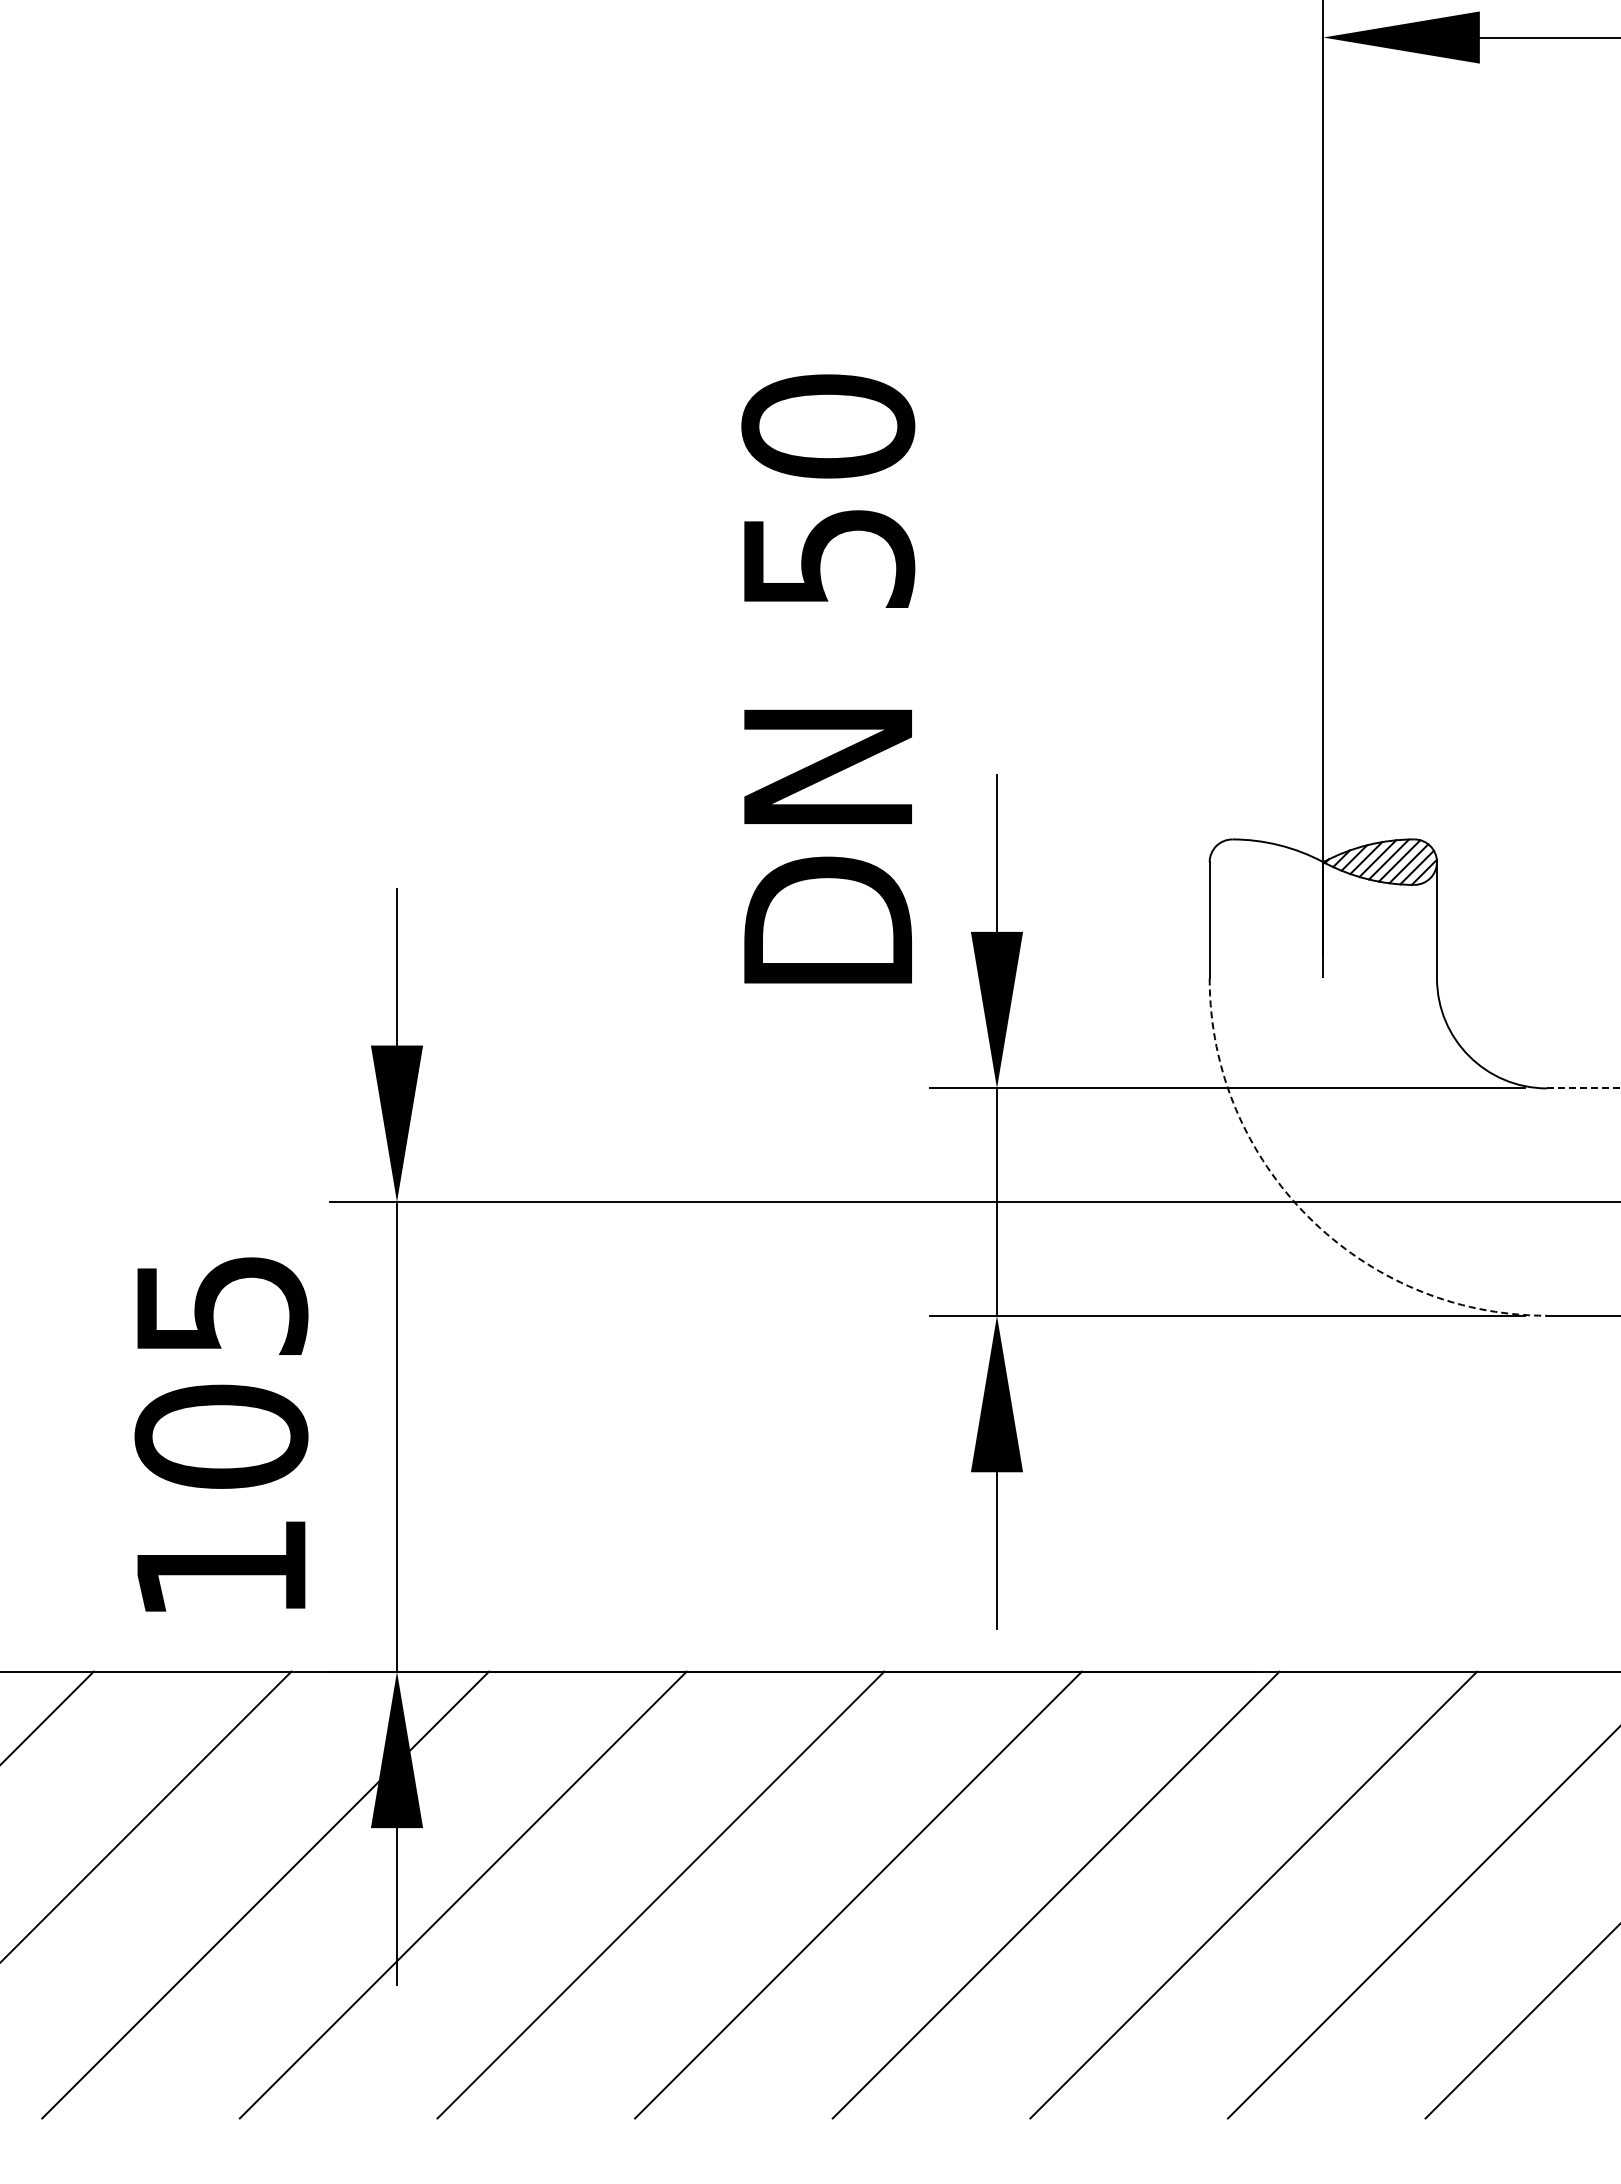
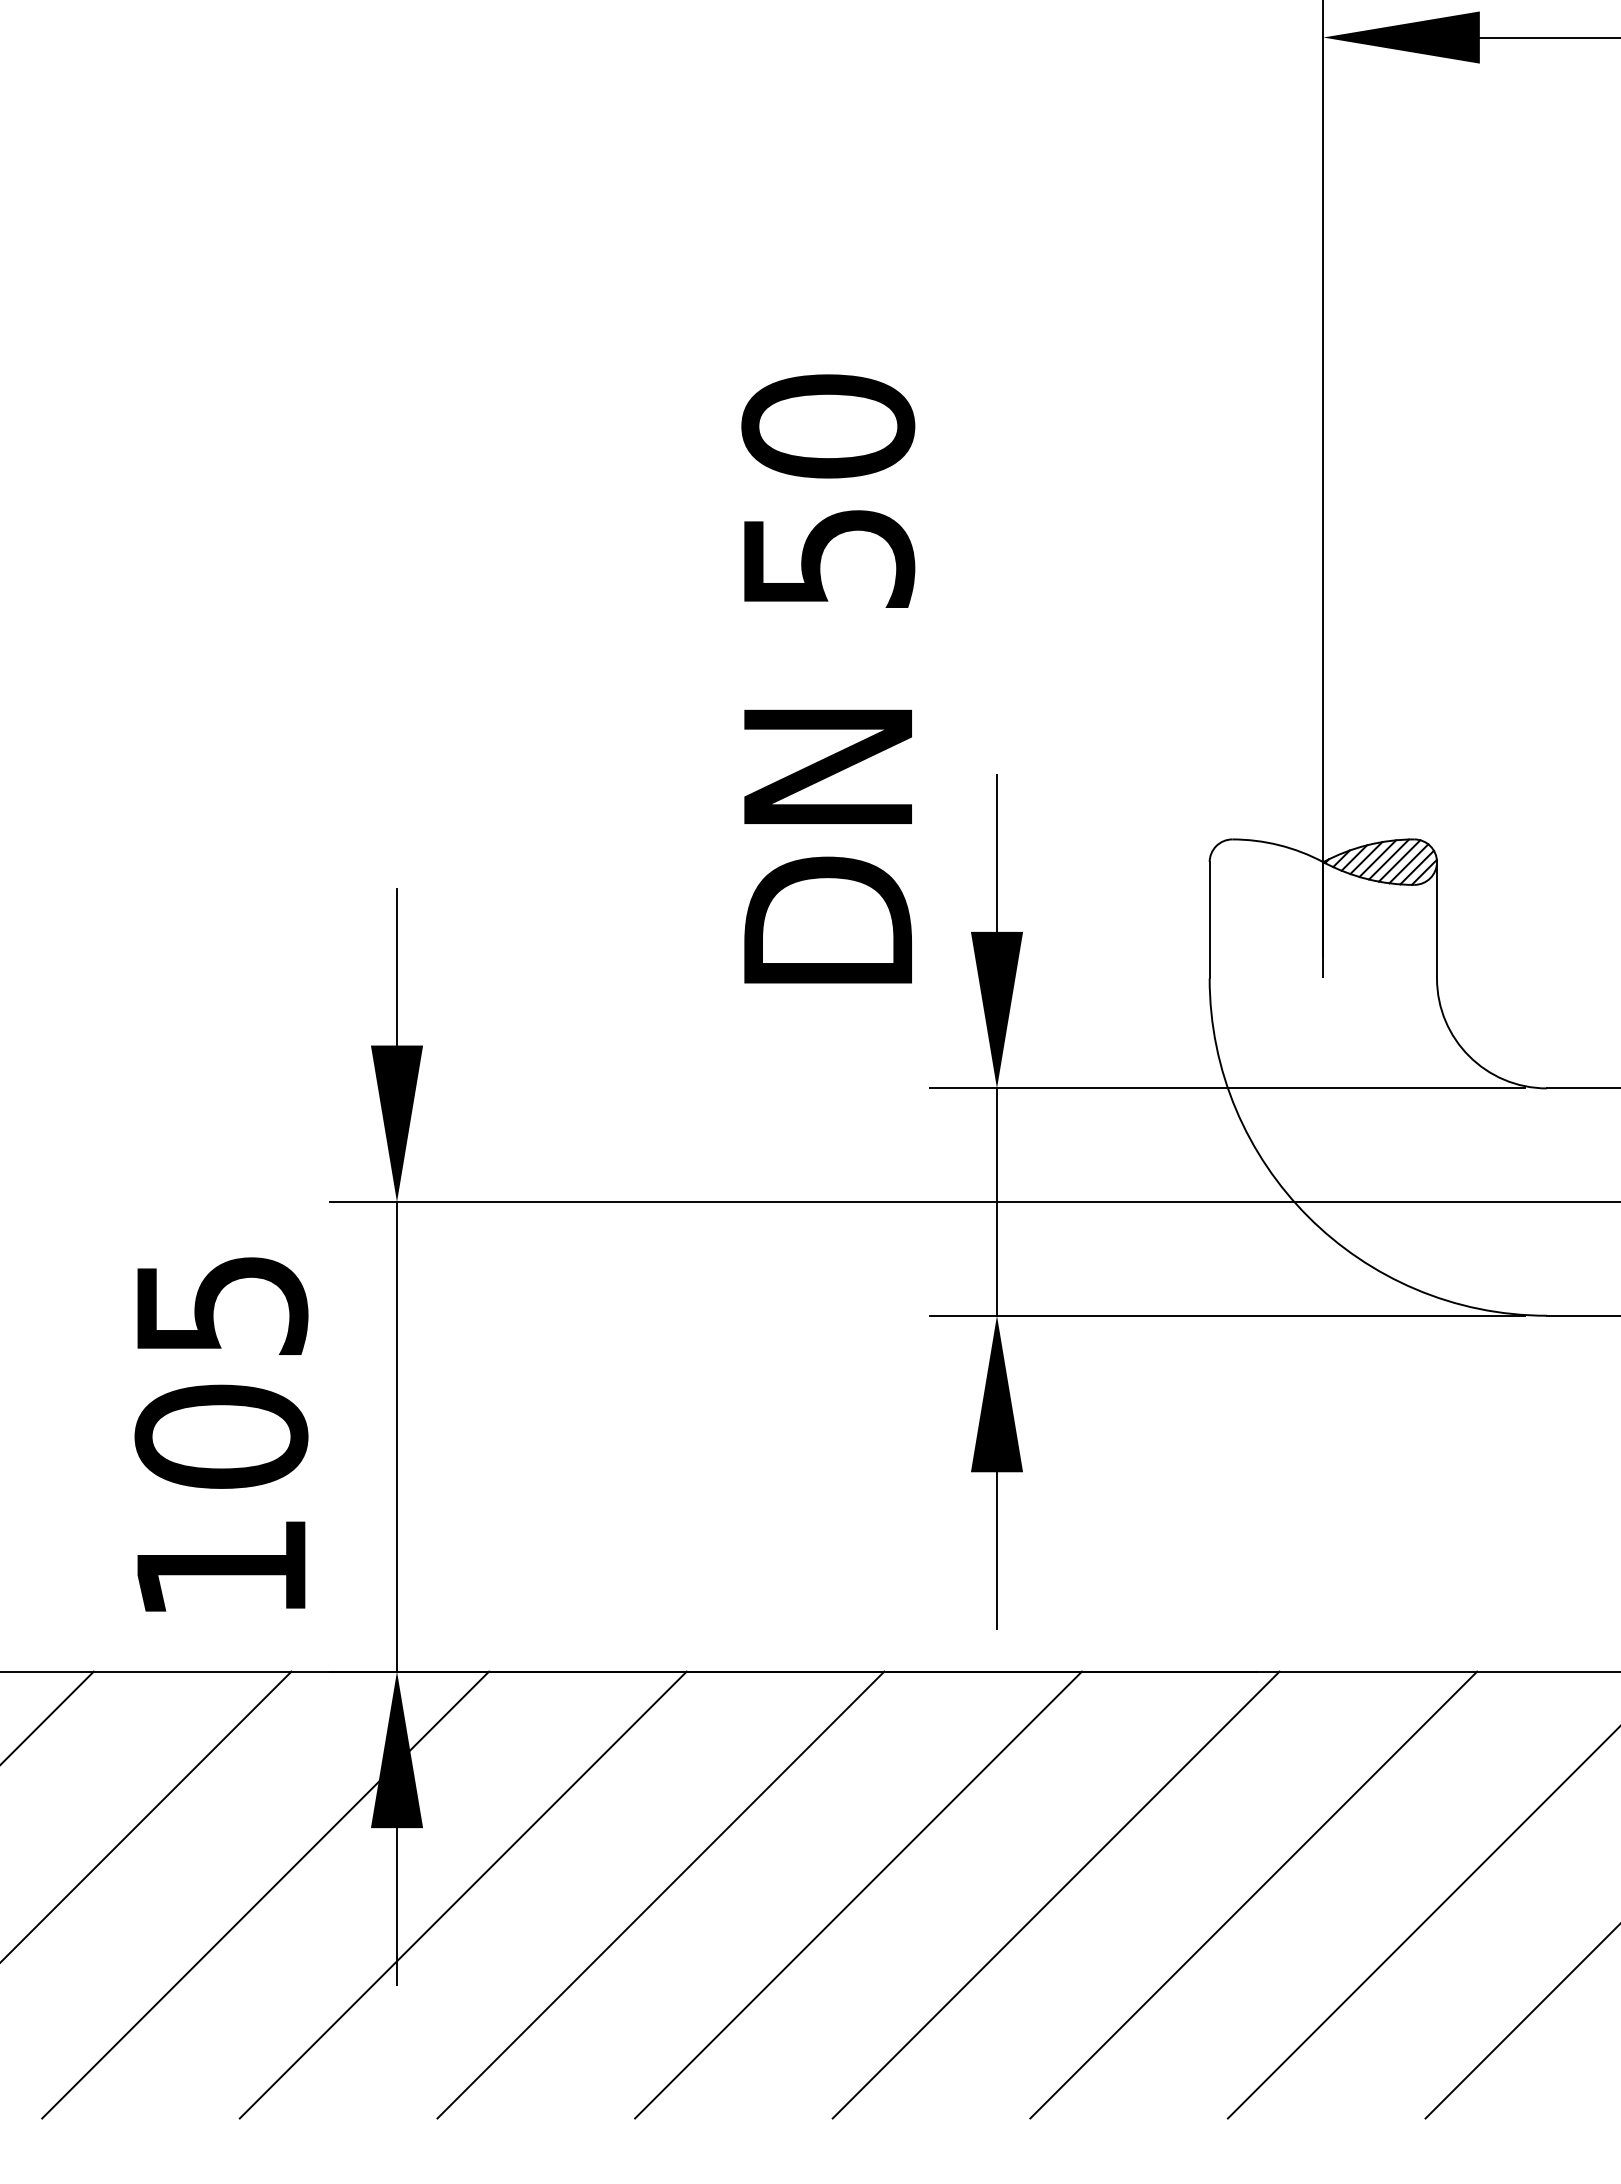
line at (1583, 1088): dashed -> solid
arc at (1308, 1216): dashed -> solid
